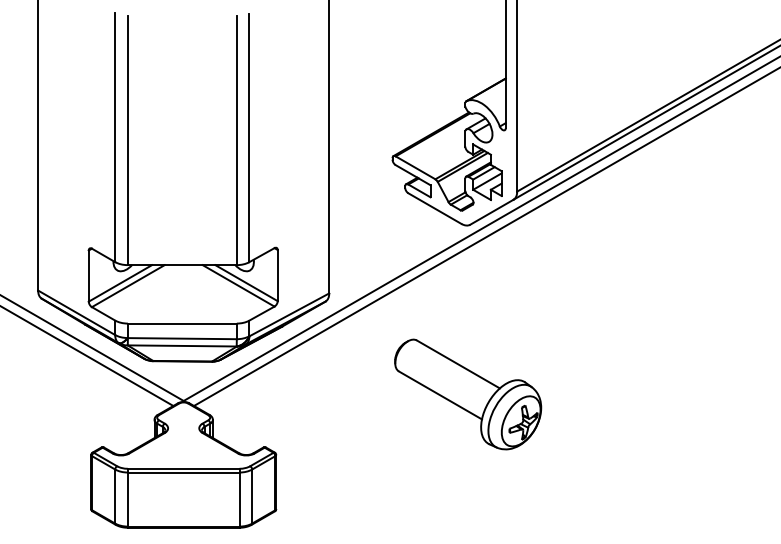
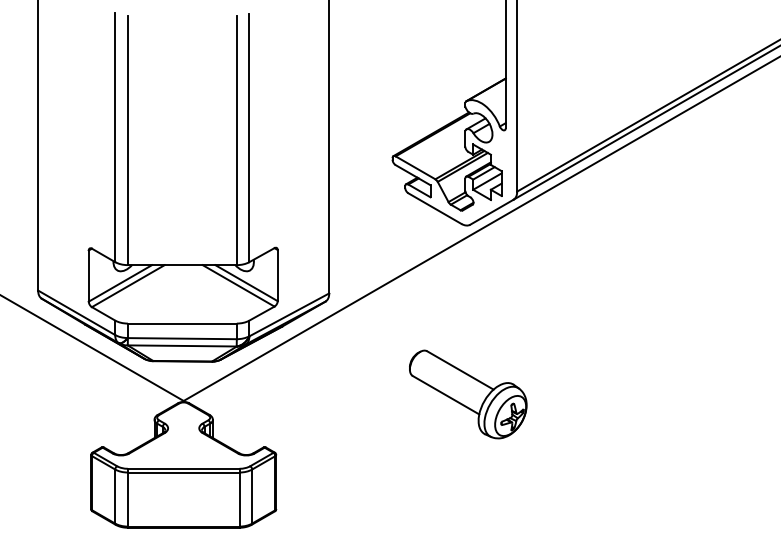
line at (485, 236): present -> none
line at (87, 356): present -> none
part at (468, 394) size: 149x113 px -> 119x91 px
